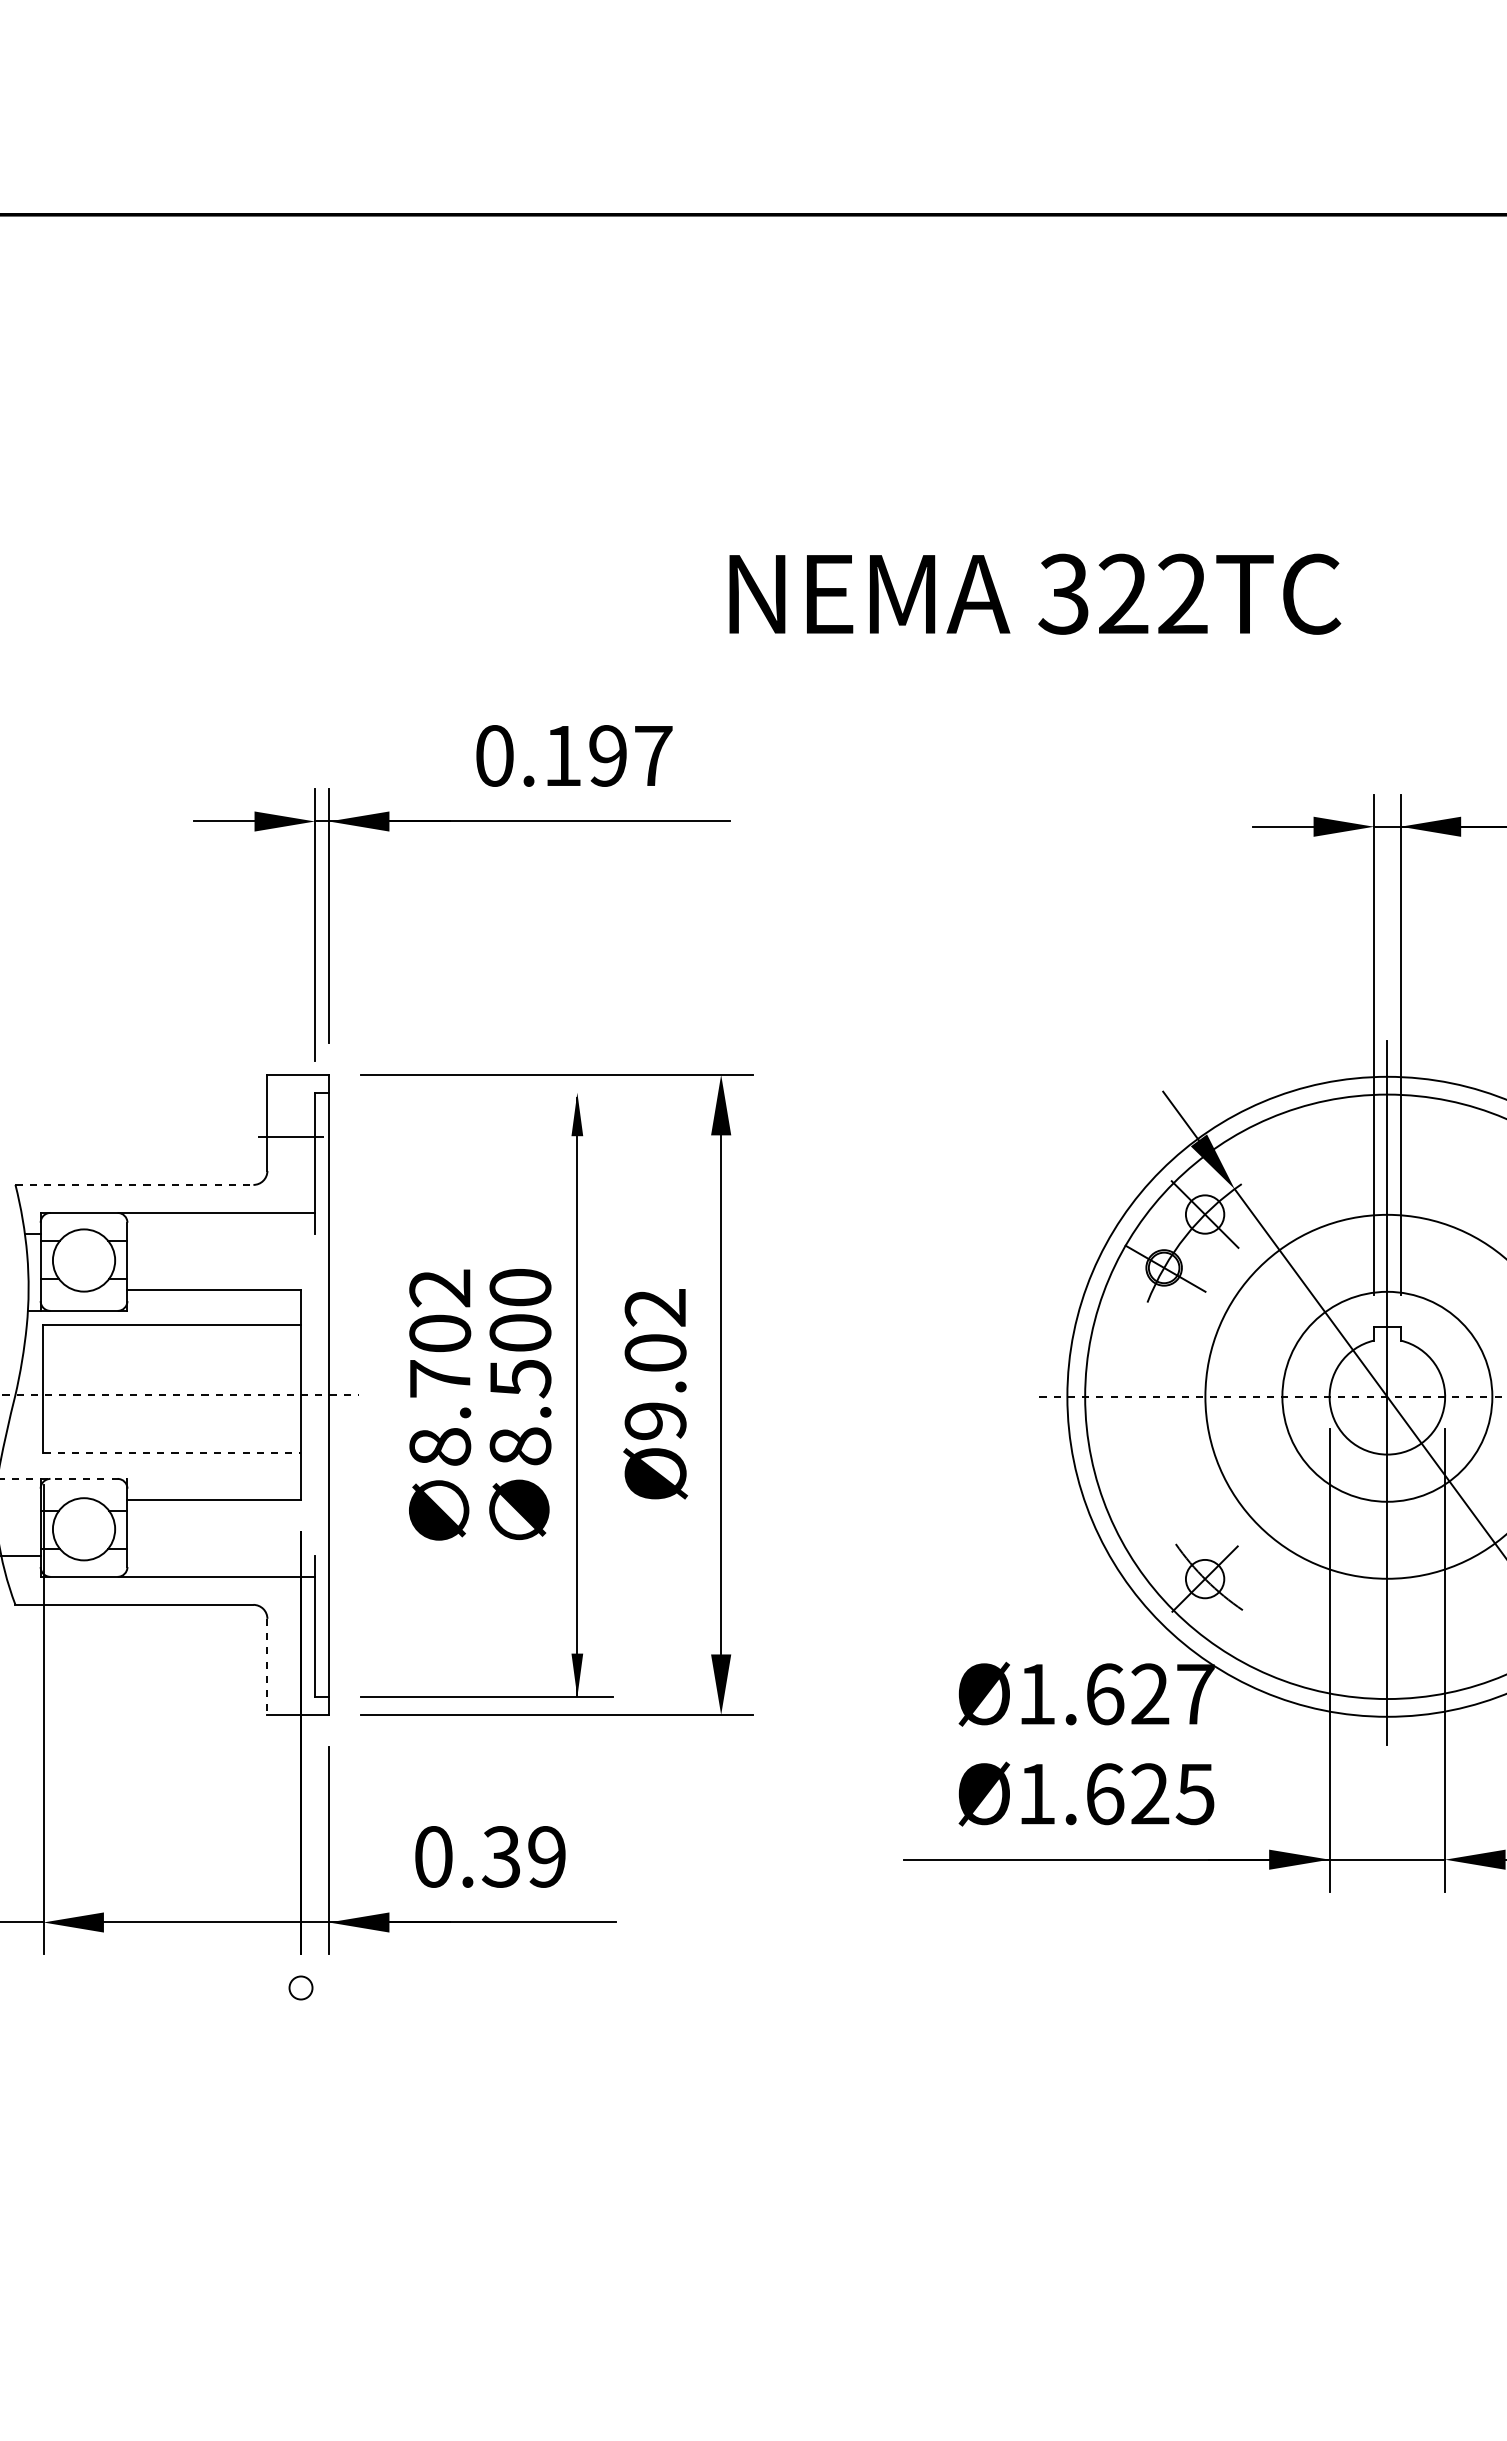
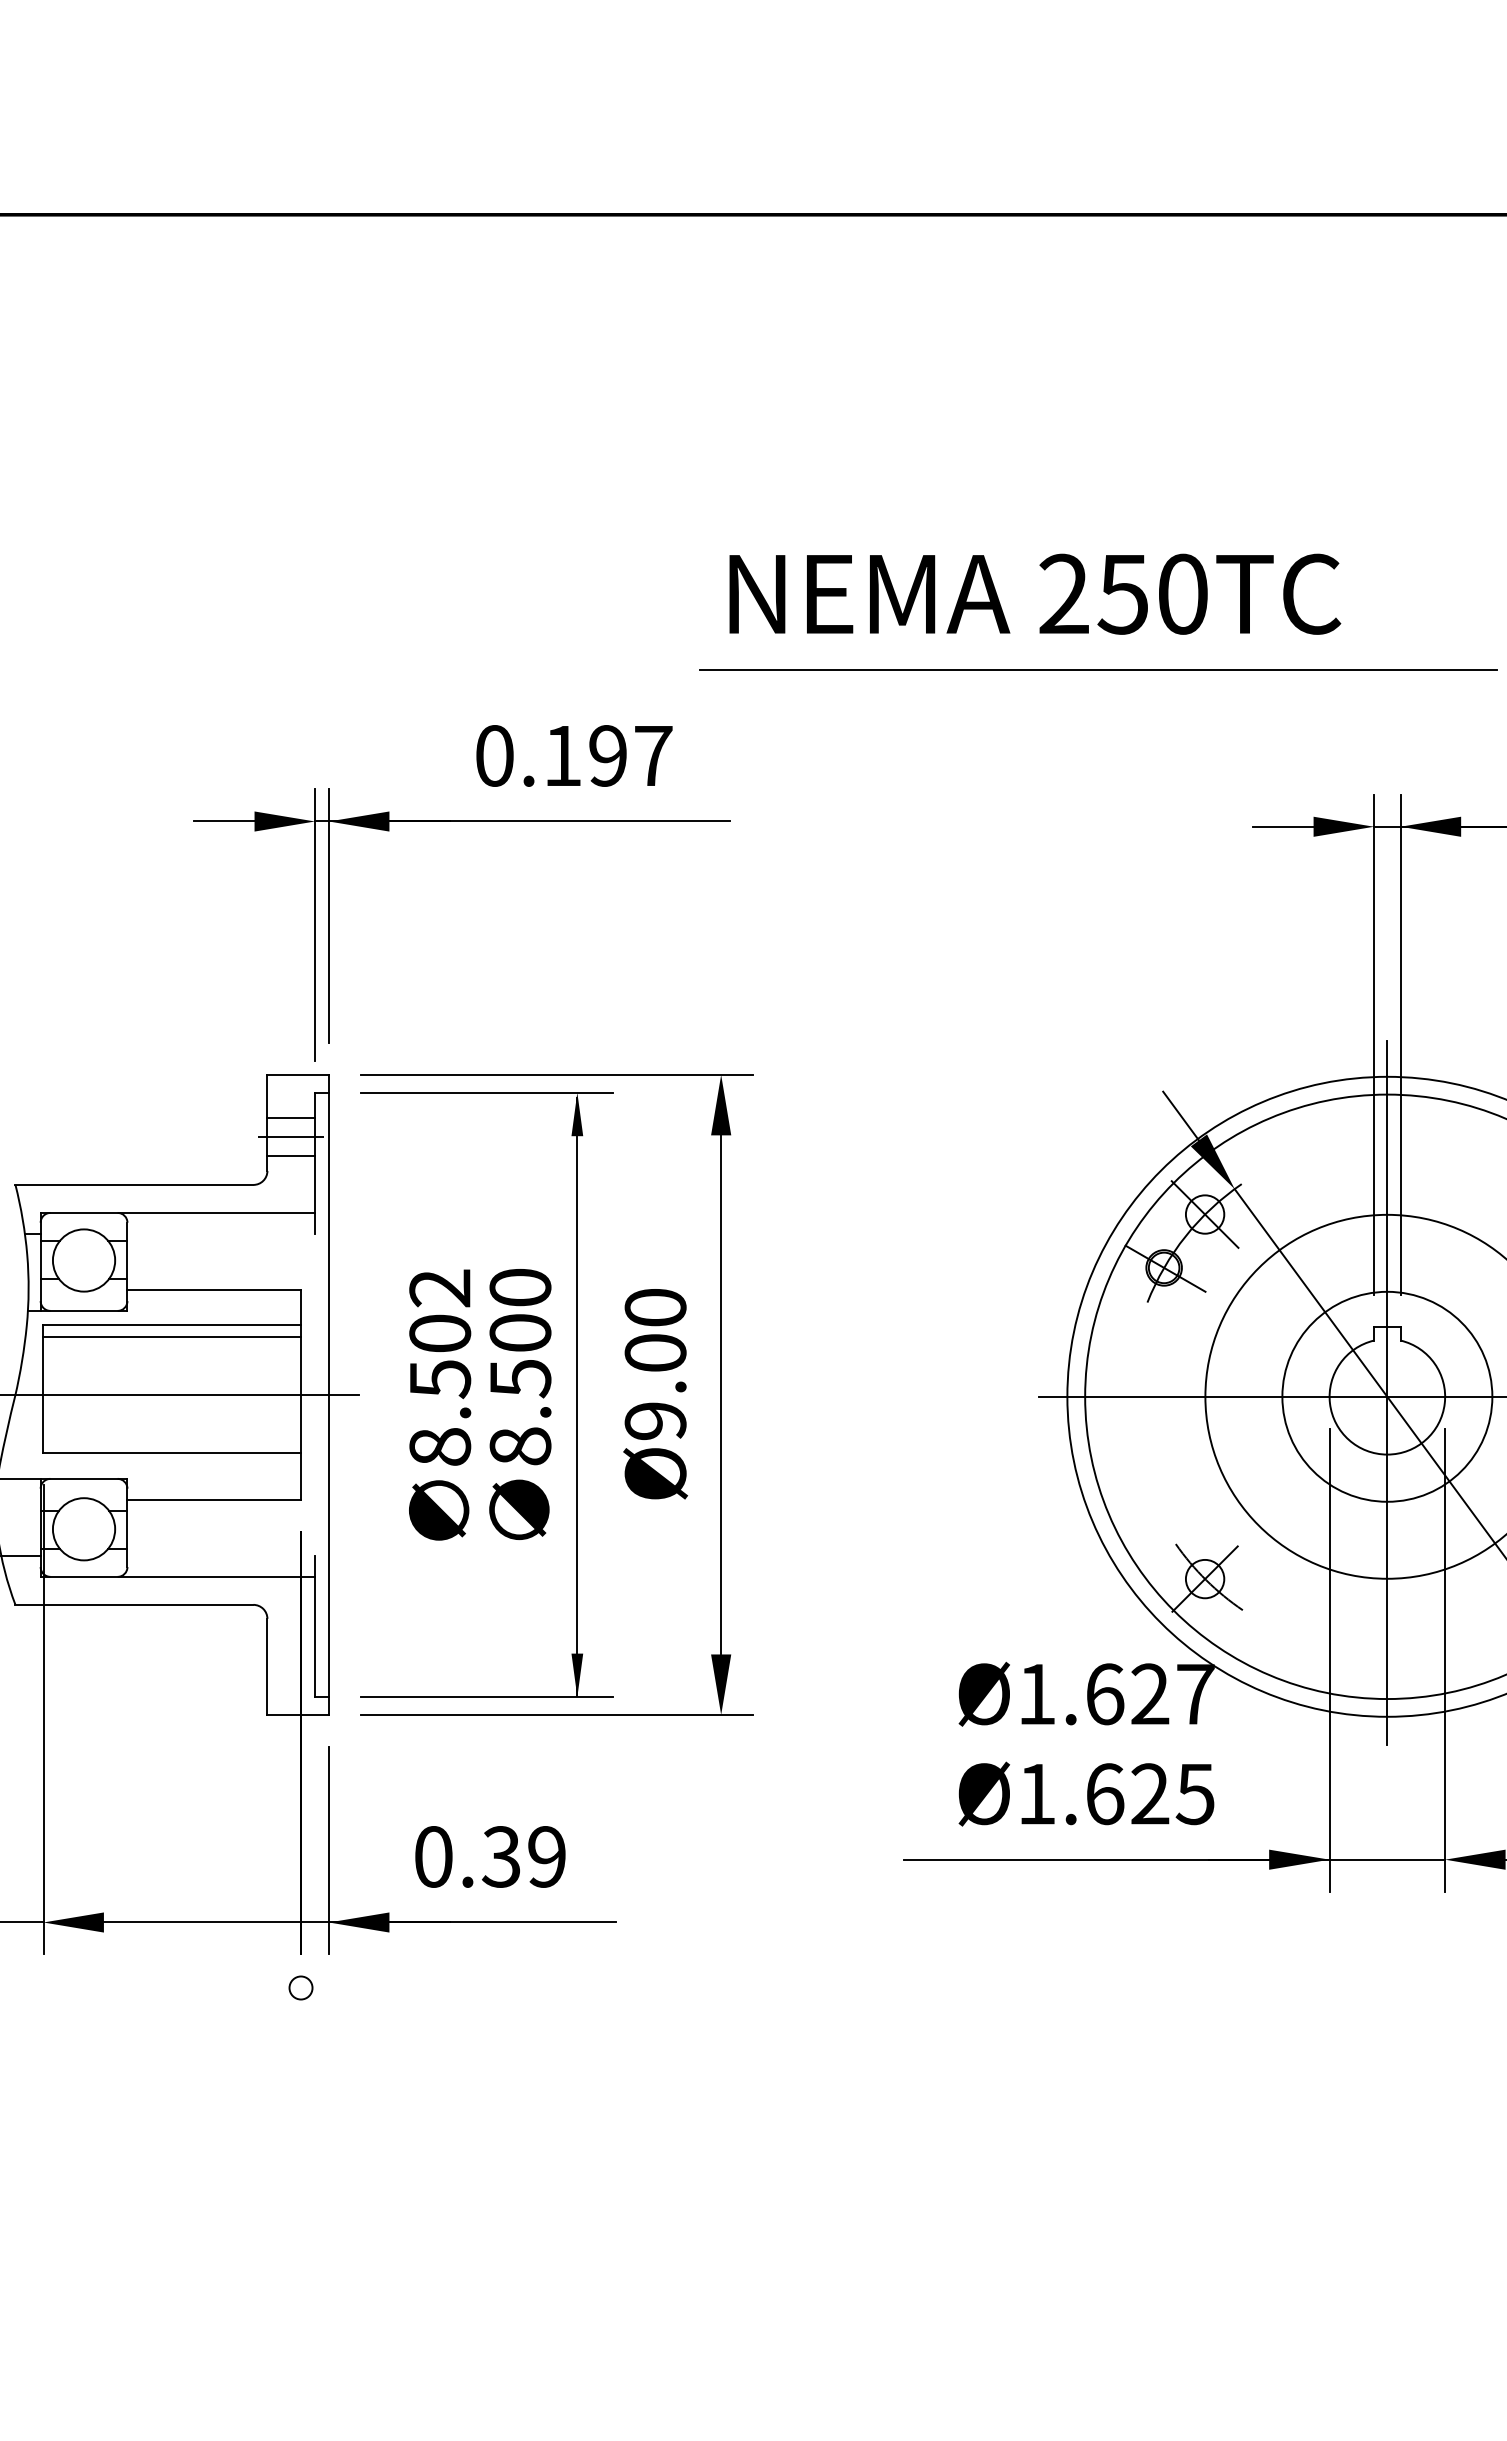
text at (1122, 593): 322TC -> 250TC
line at (1098, 669): none -> present
line at (486, 1092): none -> present
line at (291, 1117): none -> present
line at (291, 1156): none -> present
line at (134, 1184): dashed -> solid
text at (655, 1307): 9.02 -> 9.00
line at (172, 1337): none -> present
text at (440, 1379): 8.702 -> 8.502
line at (179, 1394): dashed -> solid
line at (1273, 1396): dashed -> solid
line at (172, 1452): dashed -> solid
line at (64, 1478): dashed -> solid
line at (267, 1667): dashed -> solid
